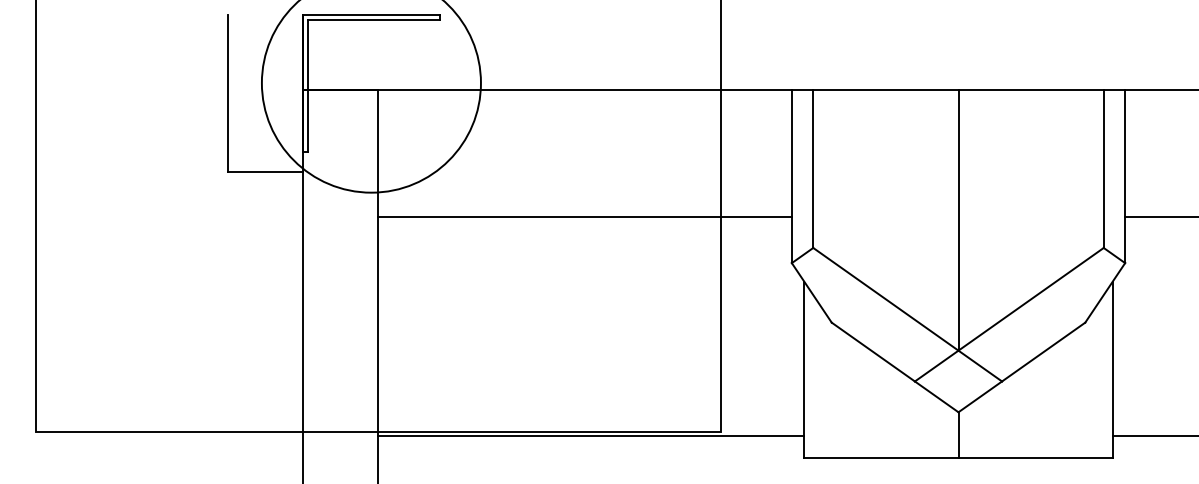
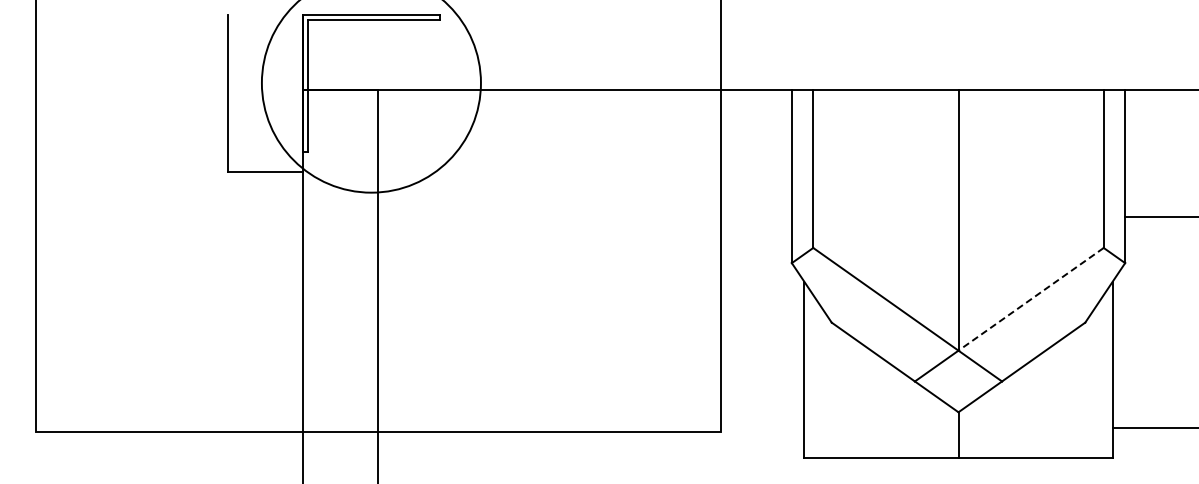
line at (584, 216): present -> none
line at (1031, 299): solid -> dashed
line at (591, 435): present -> none
line at (1153, 435) position: (1153, 435) -> (1153, 427)
